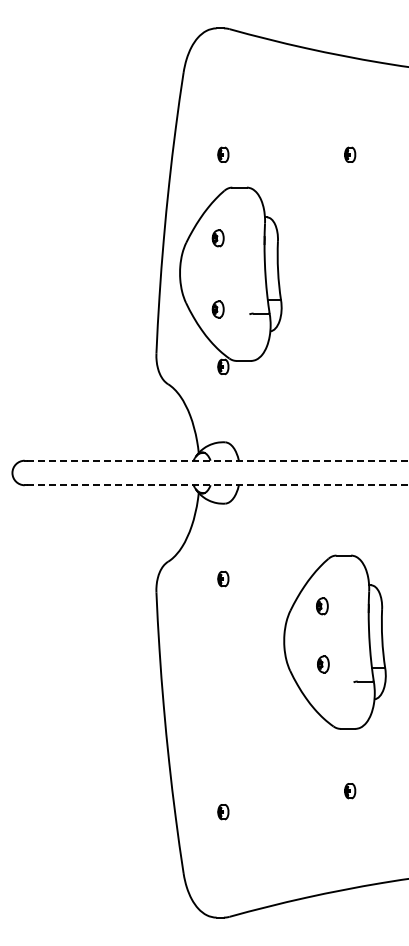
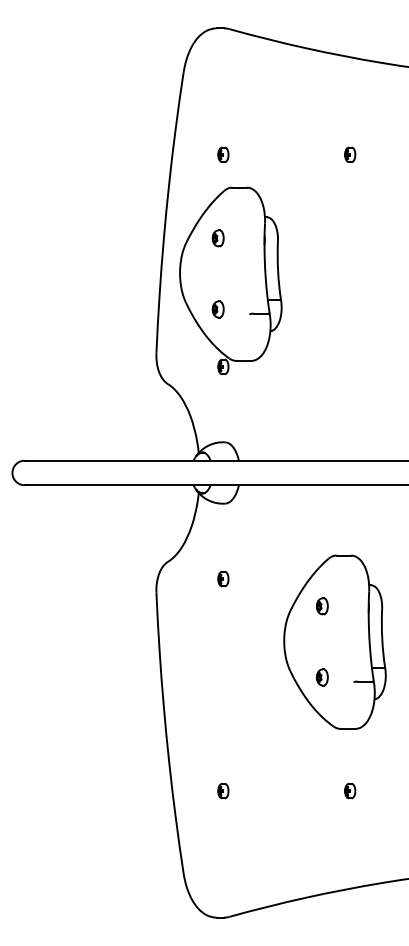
line at (217, 460): dashed -> solid
line at (217, 485): dashed -> solid
part at (323, 664) position: (323, 664) -> (322, 677)
part at (223, 812) position: (223, 812) -> (223, 791)
